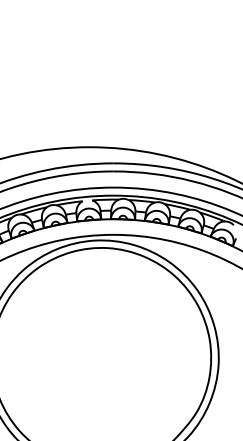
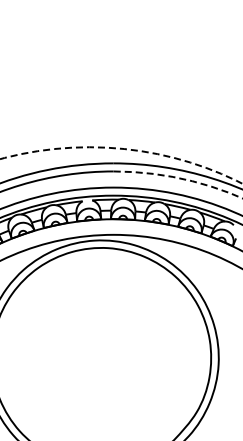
circle at (121, 165): solid -> dashed
arc at (179, 178): solid -> dashed
